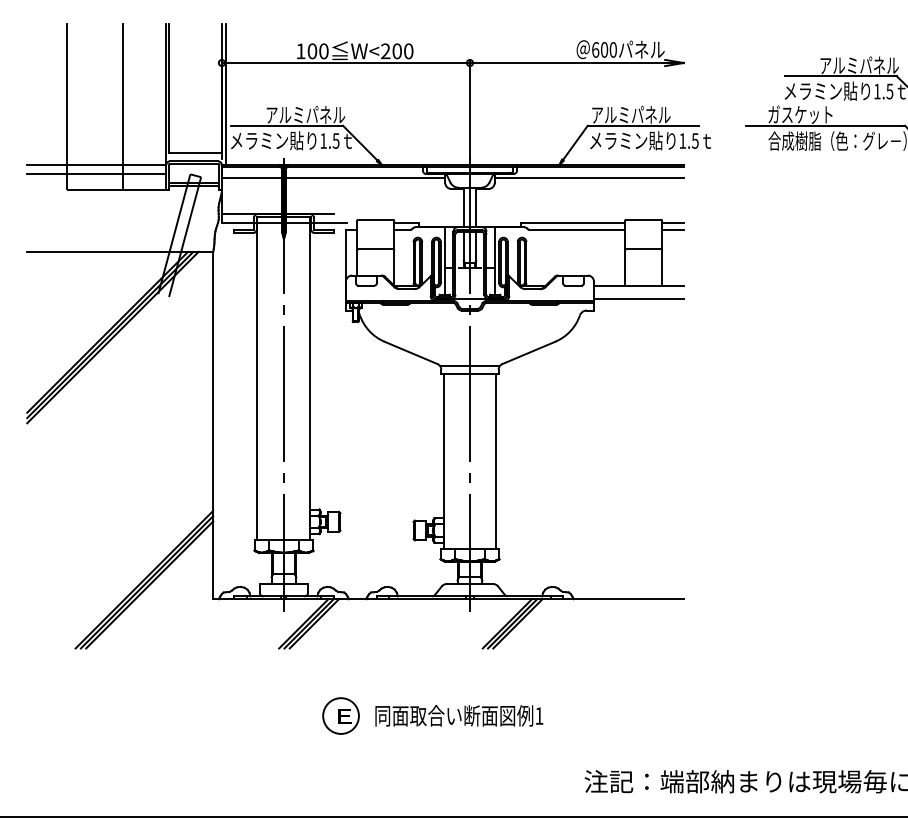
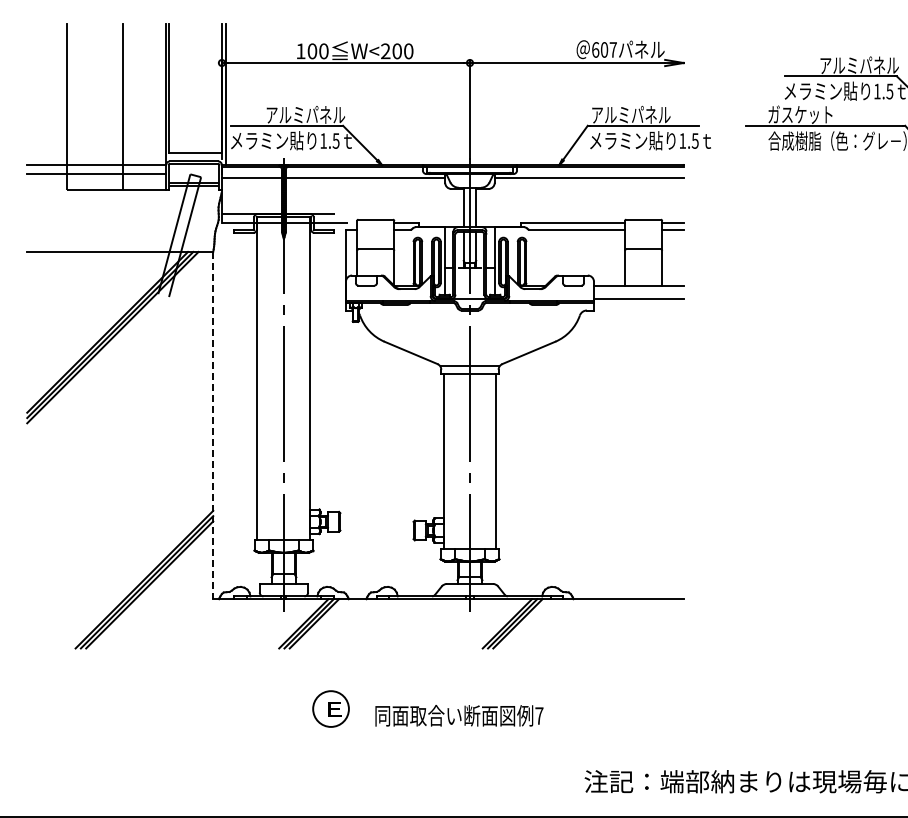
text at (612, 49): 600 -> 607
line at (213, 425): solid -> dashed
part at (340, 715) position: (340, 715) -> (330, 708)
text at (539, 715): 1 -> 7
